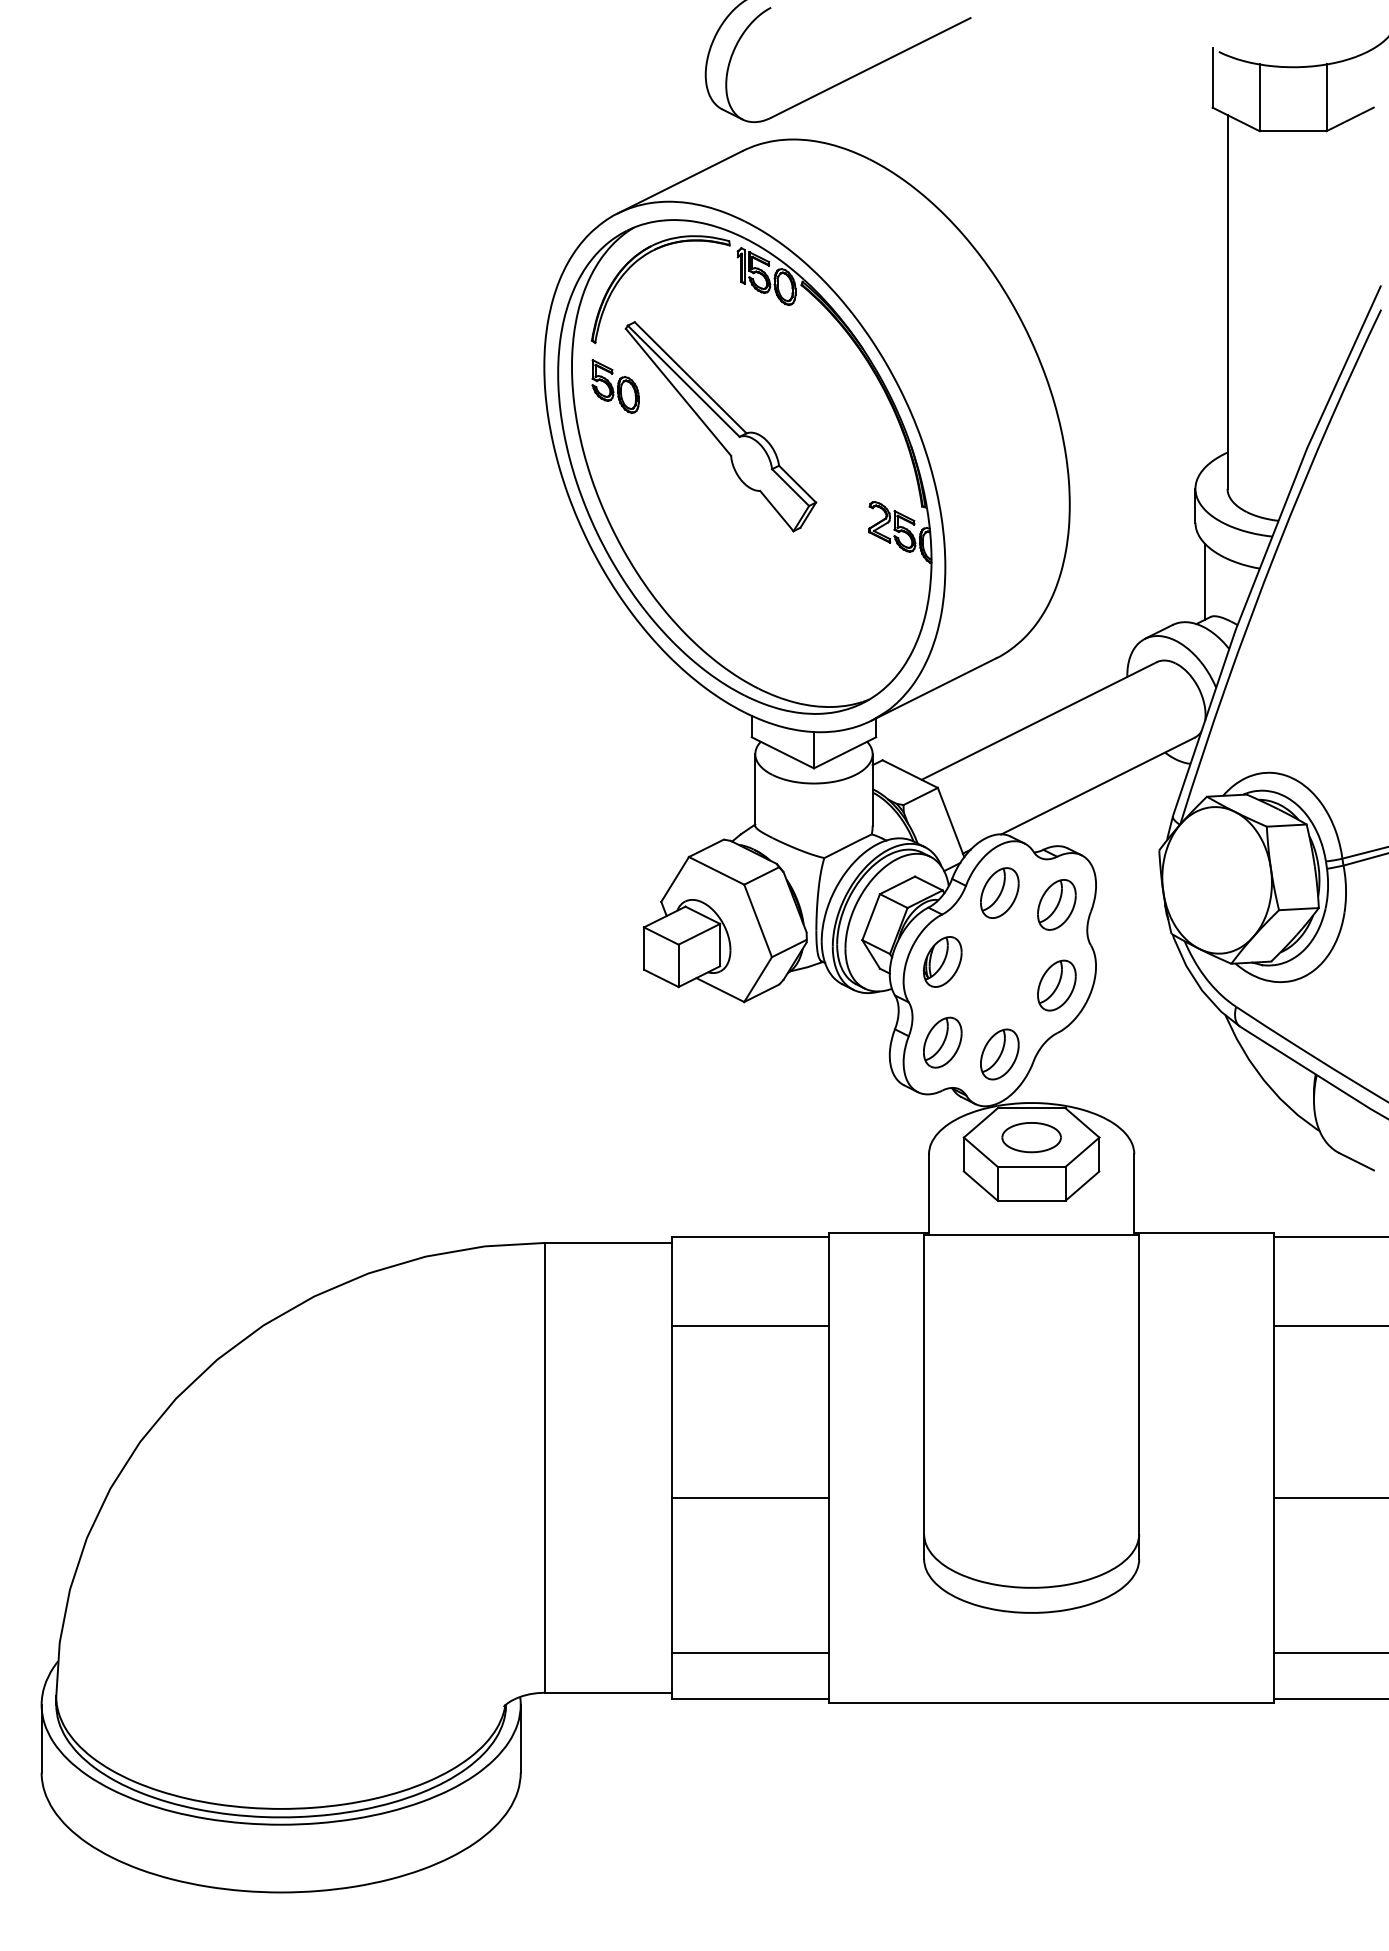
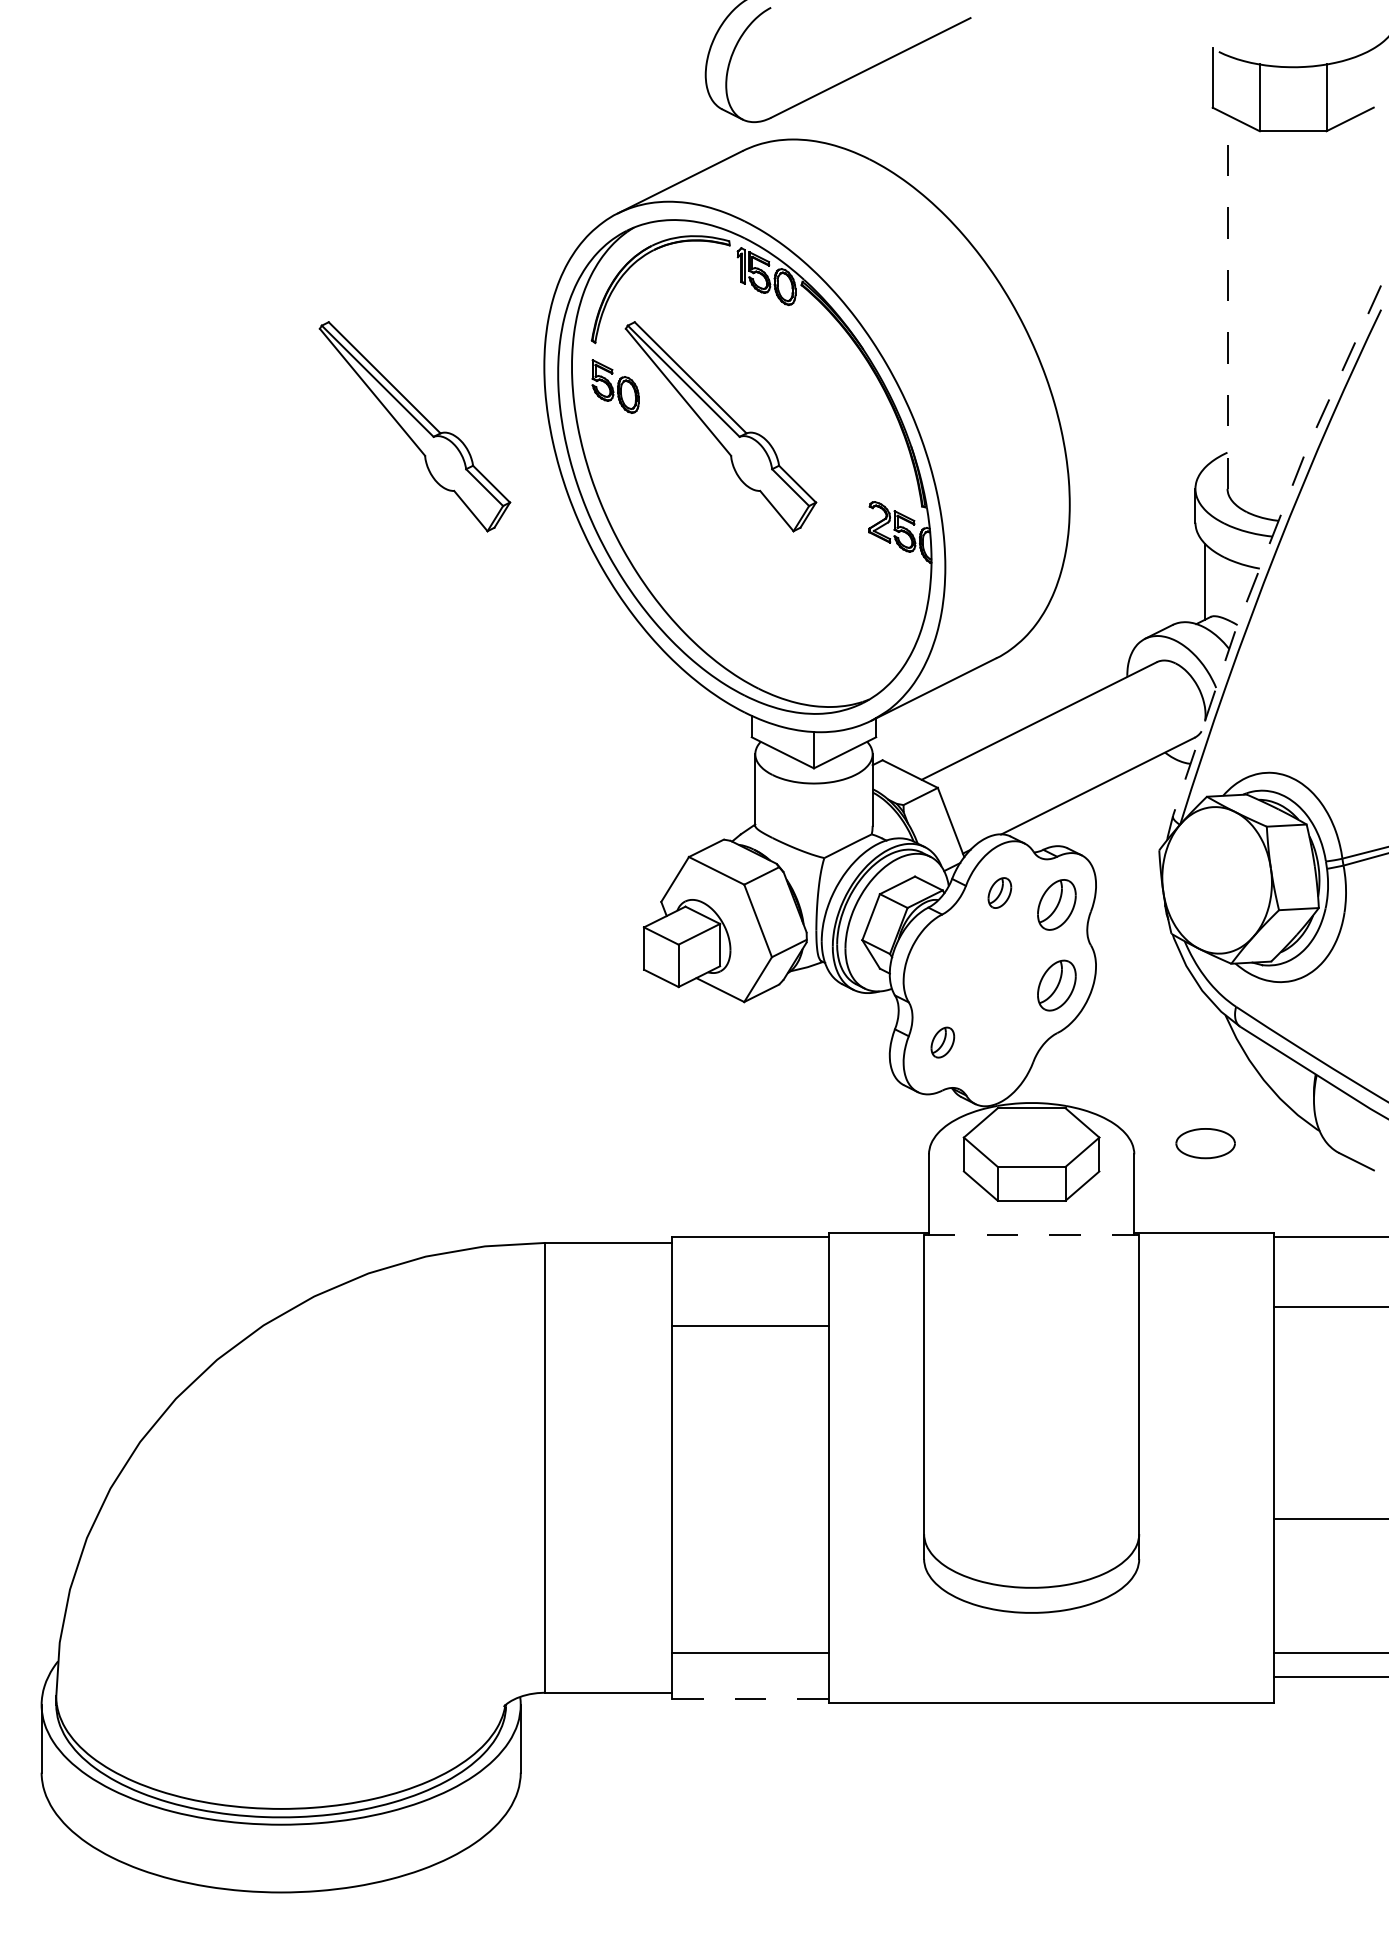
line at (1227, 301): solid -> dashed
part at (414, 426): none -> present
line at (1268, 547): solid -> dashed
part at (999, 892) size: 40x52 px -> 26x32 px
part at (942, 961): present -> none
part at (942, 1042) size: 40x53 px -> 26x33 px
part at (999, 1054): present -> none
part at (1031, 1137) position: (1031, 1137) -> (1205, 1143)
line at (1031, 1235): solid -> dashed
line at (1329, 1326) position: (1329, 1326) -> (1329, 1307)
line at (750, 1498): present -> none
line at (1329, 1498) position: (1329, 1498) -> (1329, 1519)
line at (751, 1698): solid -> dashed
line at (1329, 1698) position: (1329, 1698) -> (1329, 1676)
